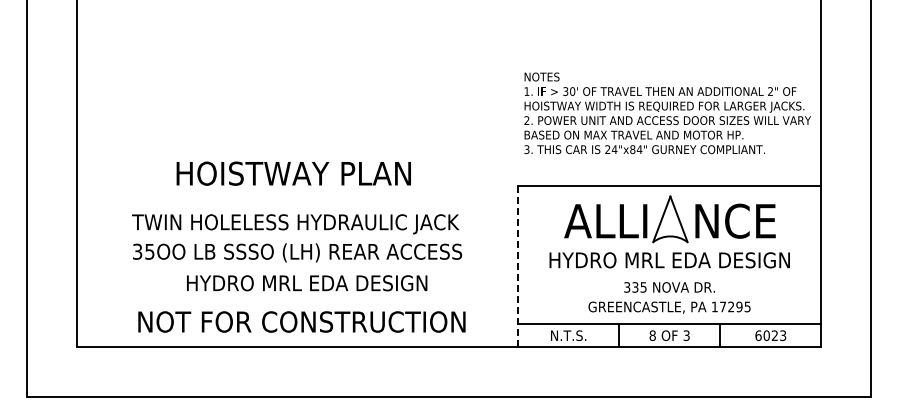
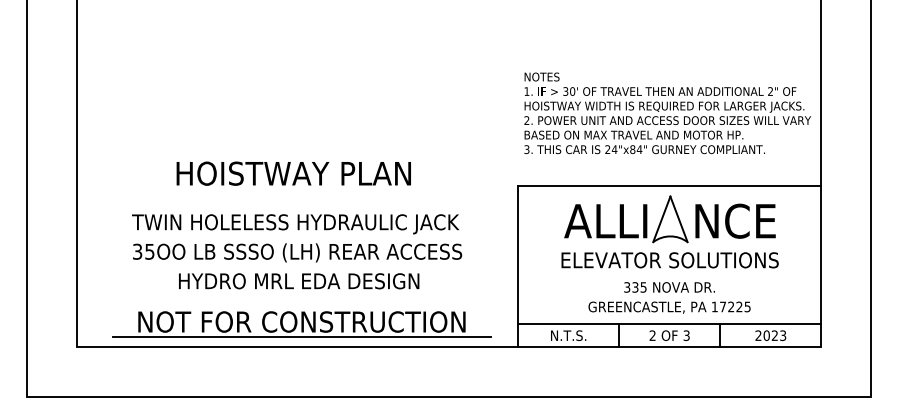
text at (669, 260): HYDRO MRL EDA DESIGN -> ELEVATOR SOLUTIONS
line at (518, 266): dashed -> solid
text at (307, 283) position: (307, 283) -> (299, 281)
text at (739, 306): 17295 -> 17225
text at (652, 335): 8 -> 2
text at (758, 335): 6023 -> 2023
line at (301, 336): none -> present
